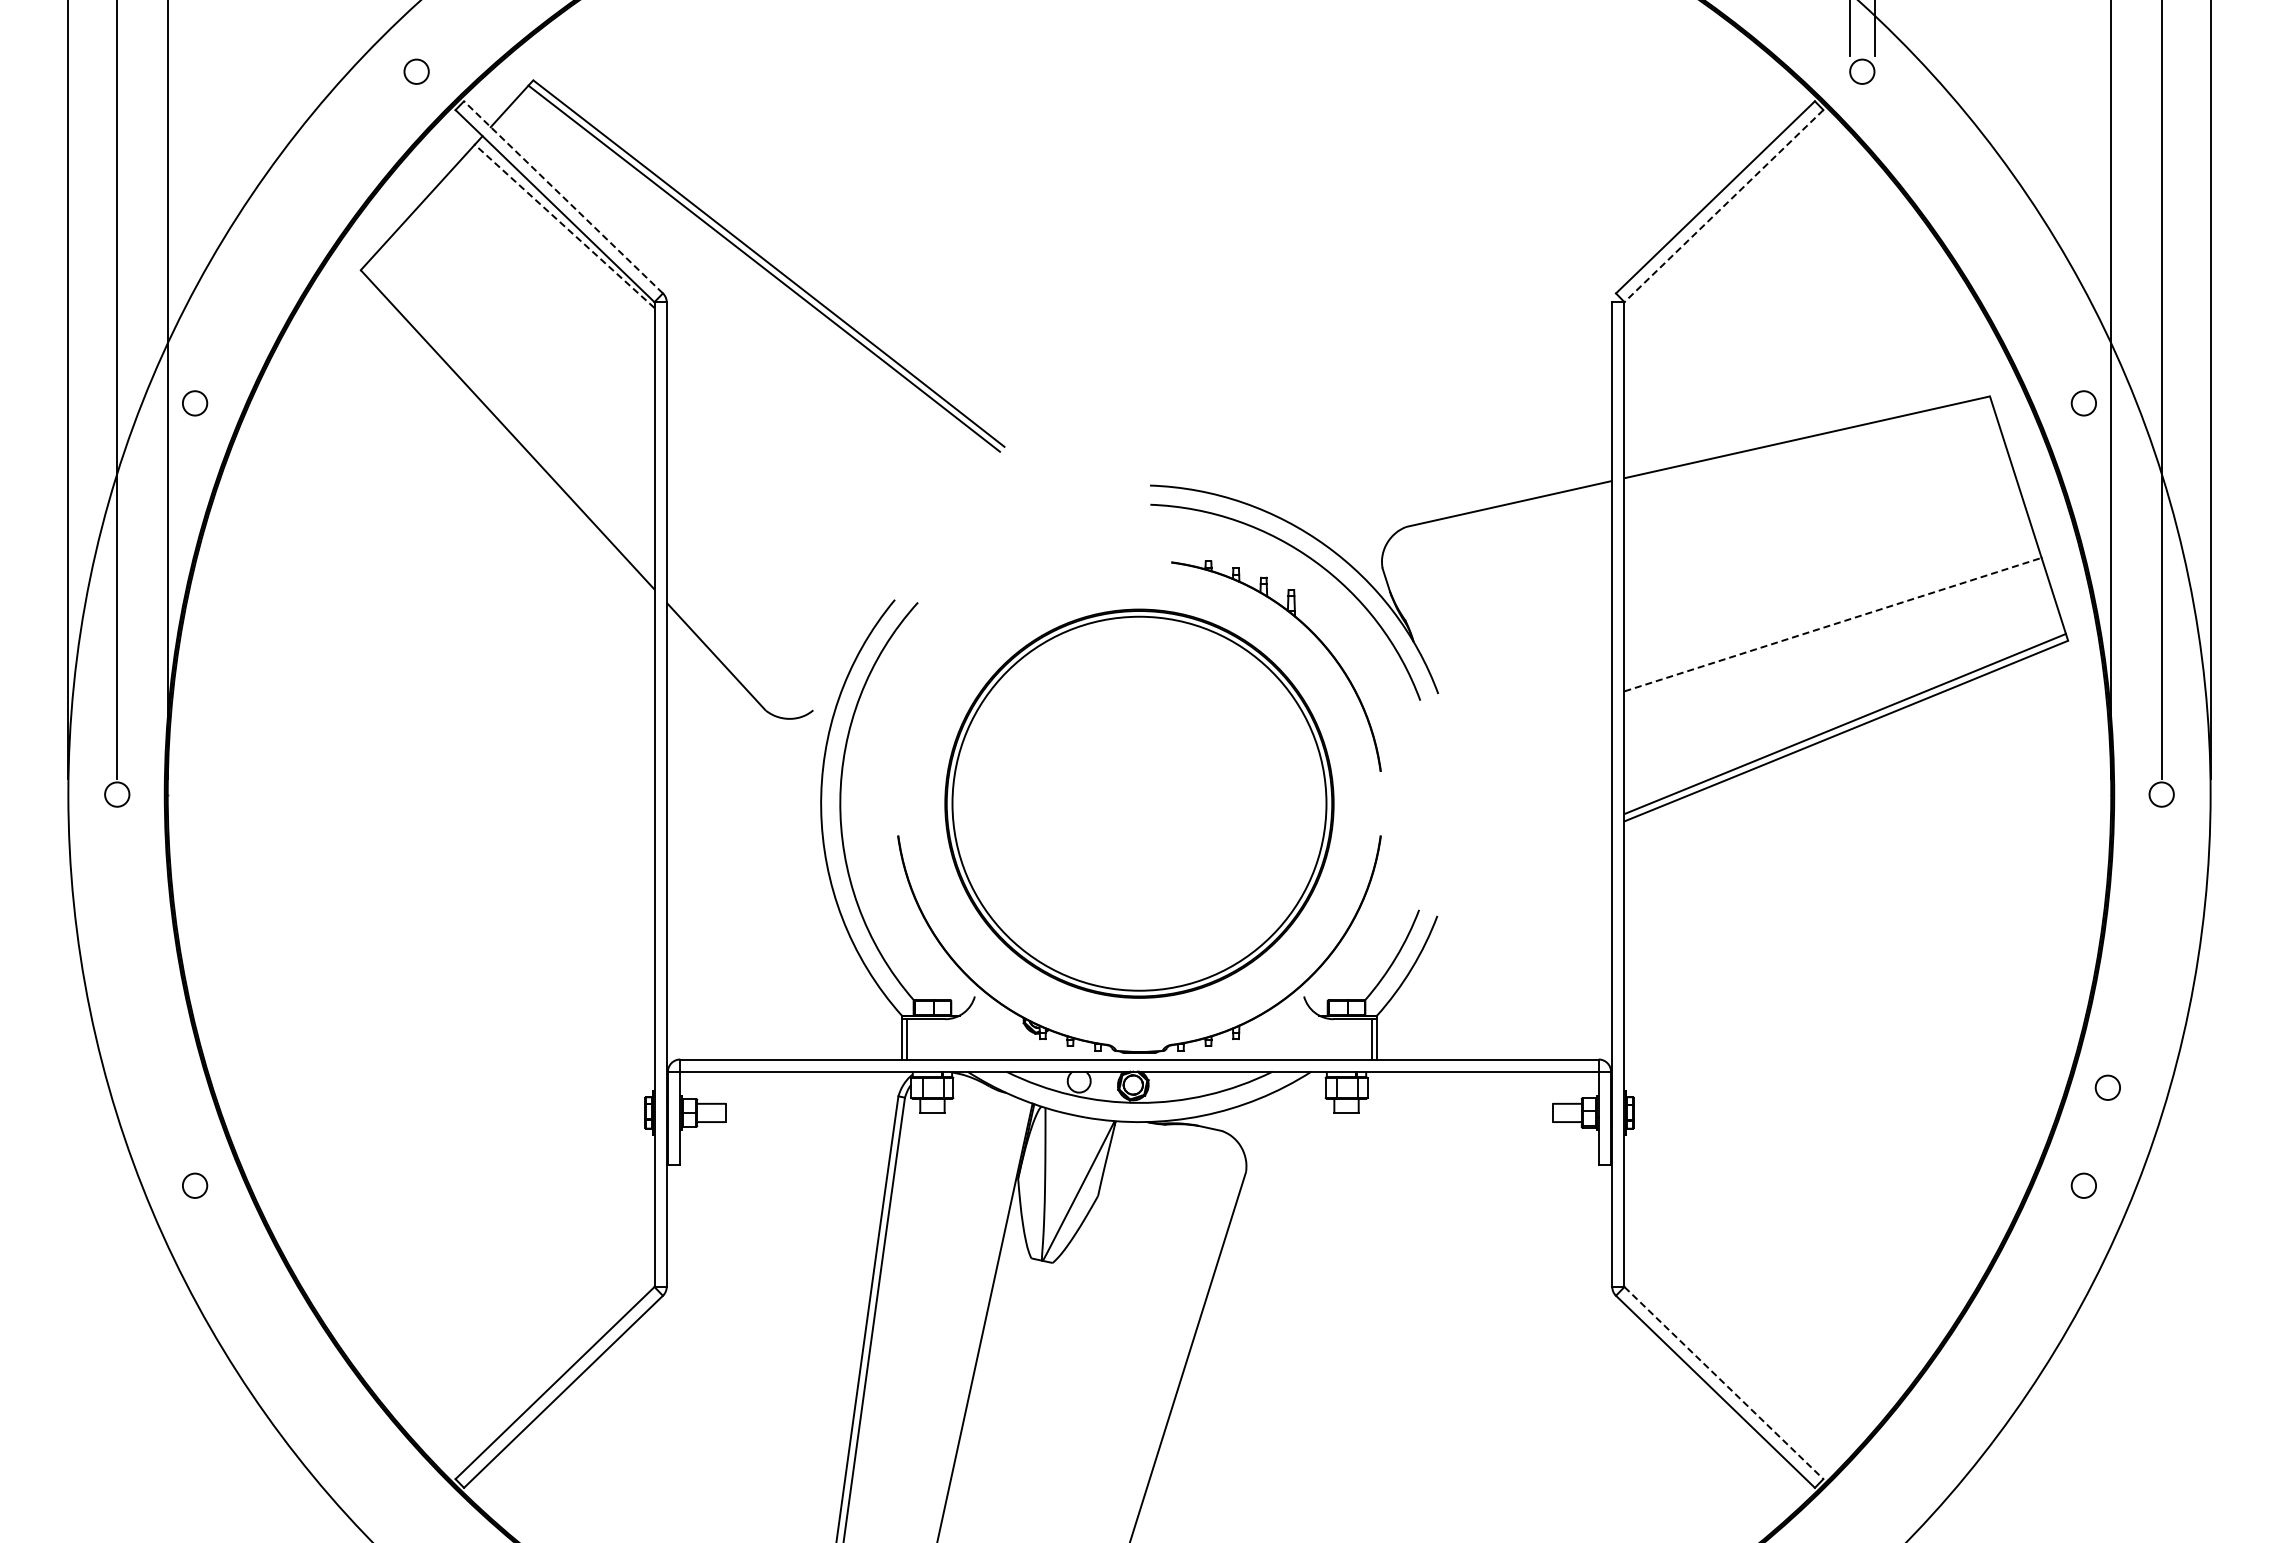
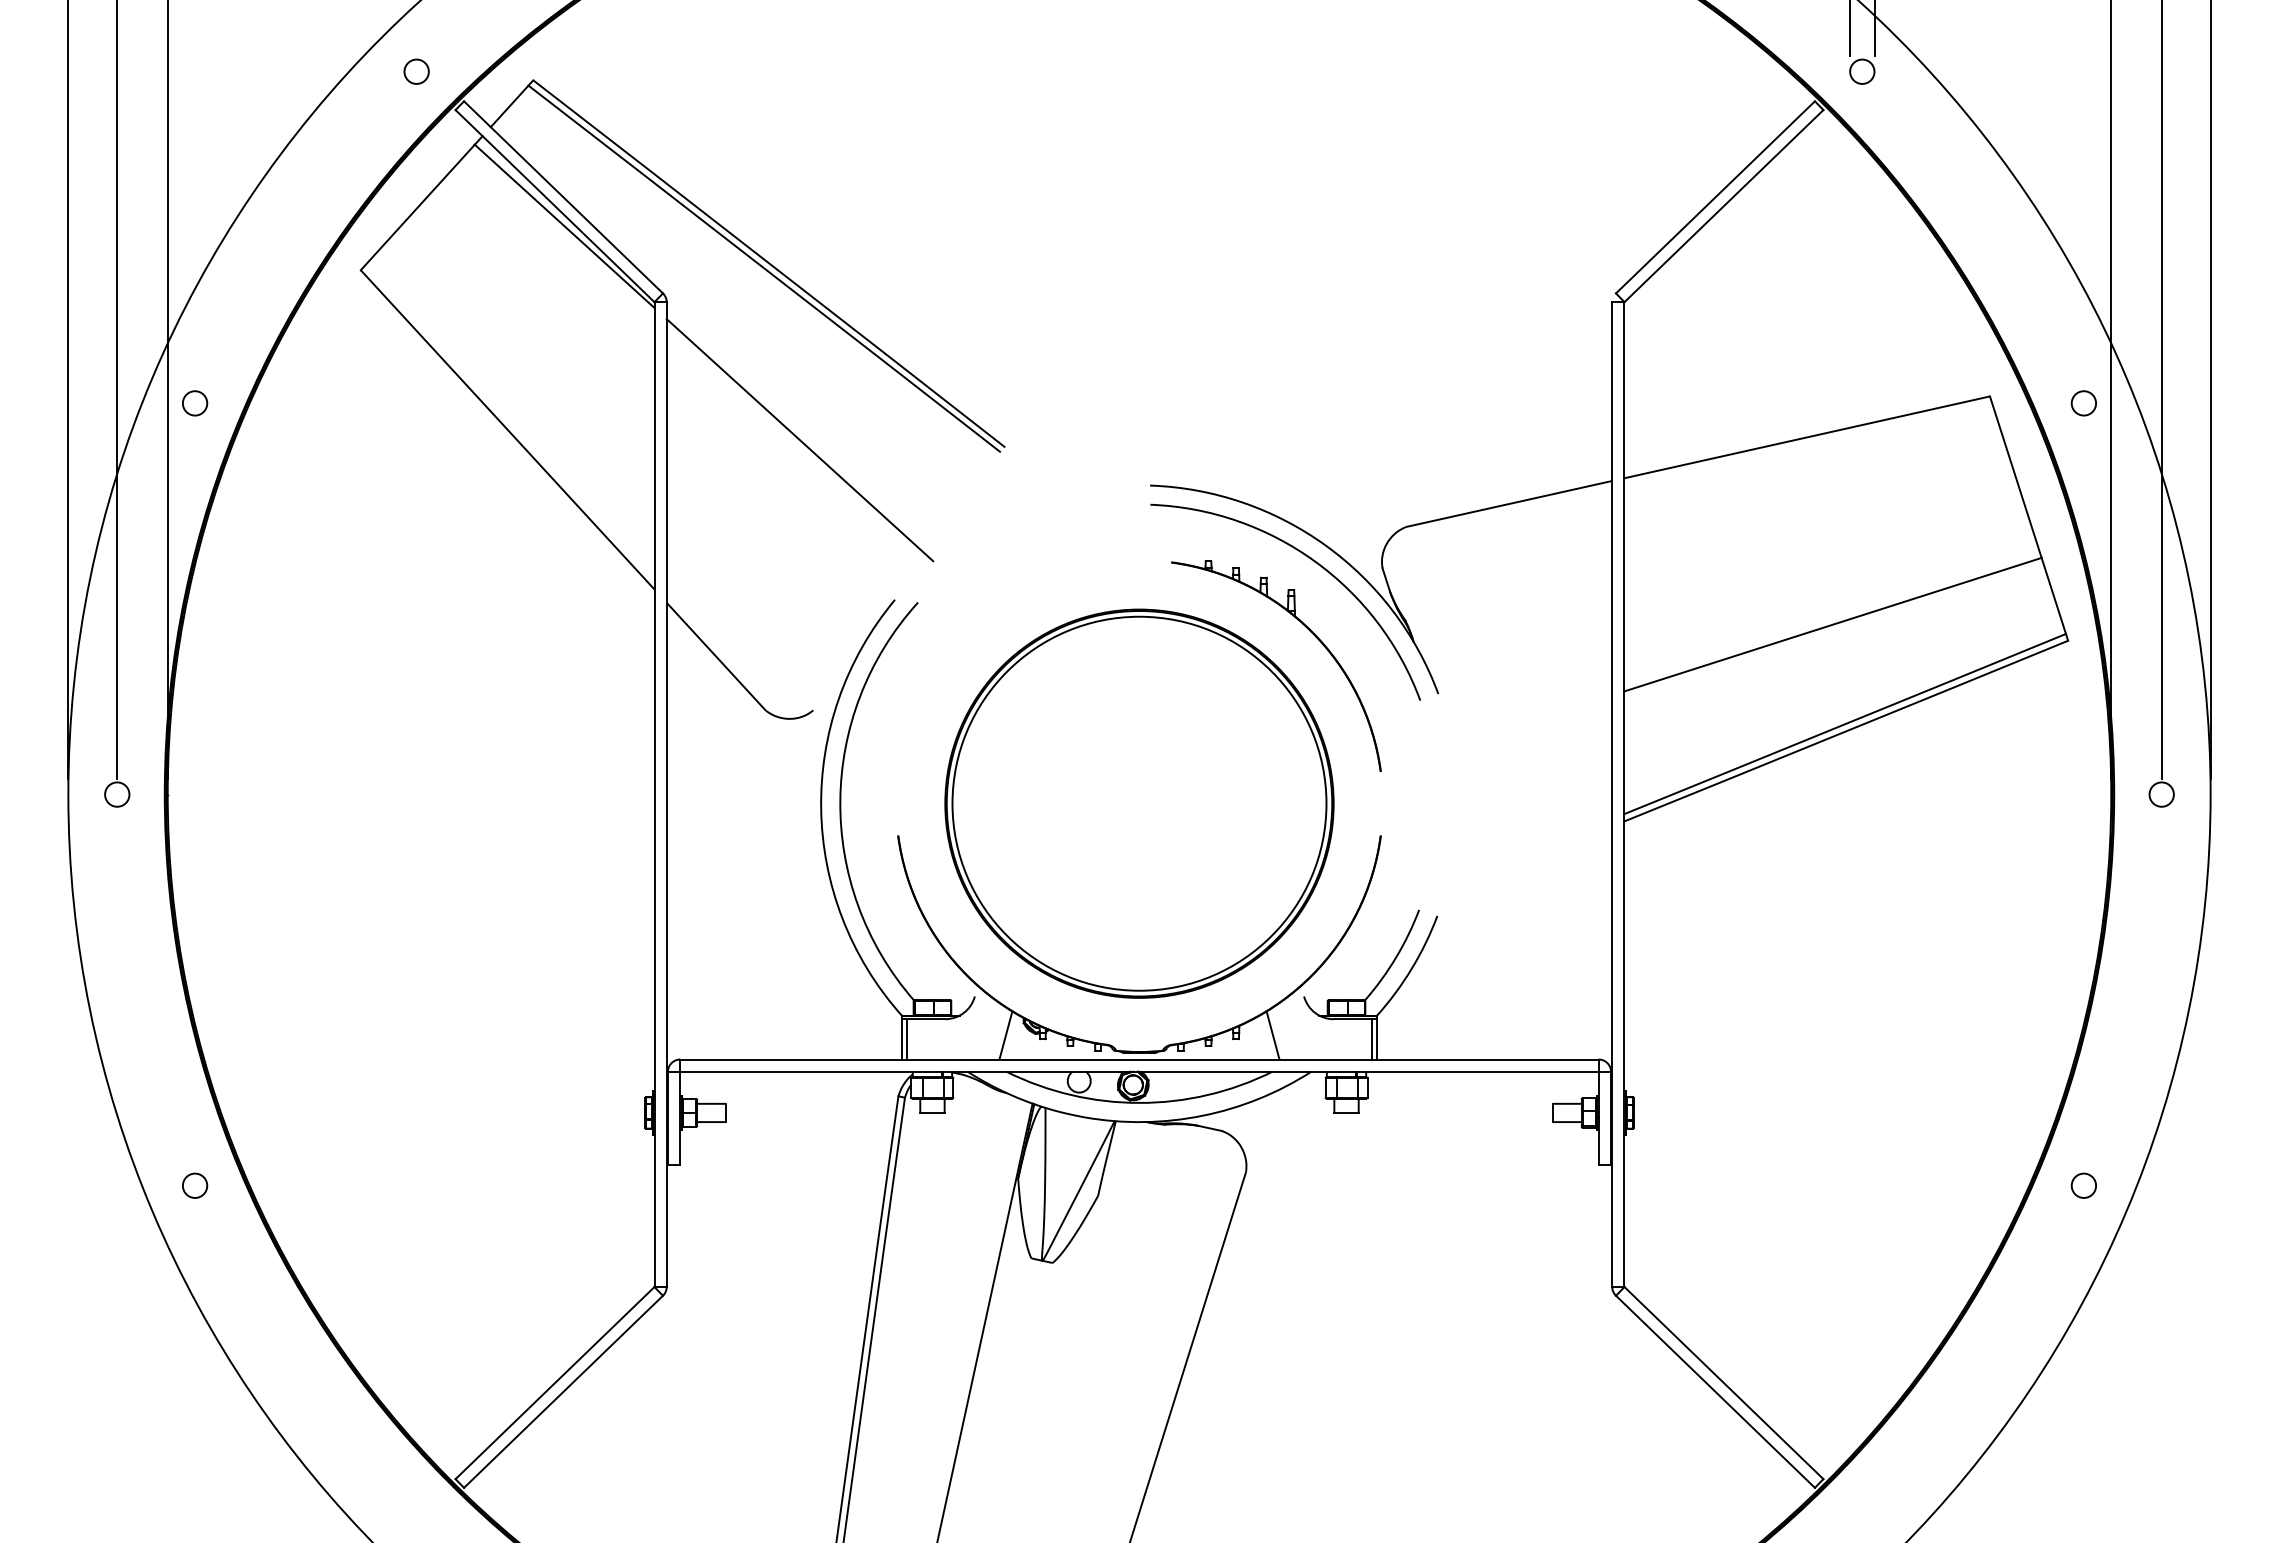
line at (563, 197): dashed -> solid
line at (1723, 206): dashed -> solid
line at (564, 226): dashed -> solid
line at (799, 440): none -> present
line at (1833, 624): dashed -> solid
line at (1005, 1035): none -> present
line at (1272, 1035): none -> present
circle at (2107, 1087): present -> none
line at (1724, 1383): dashed -> solid
